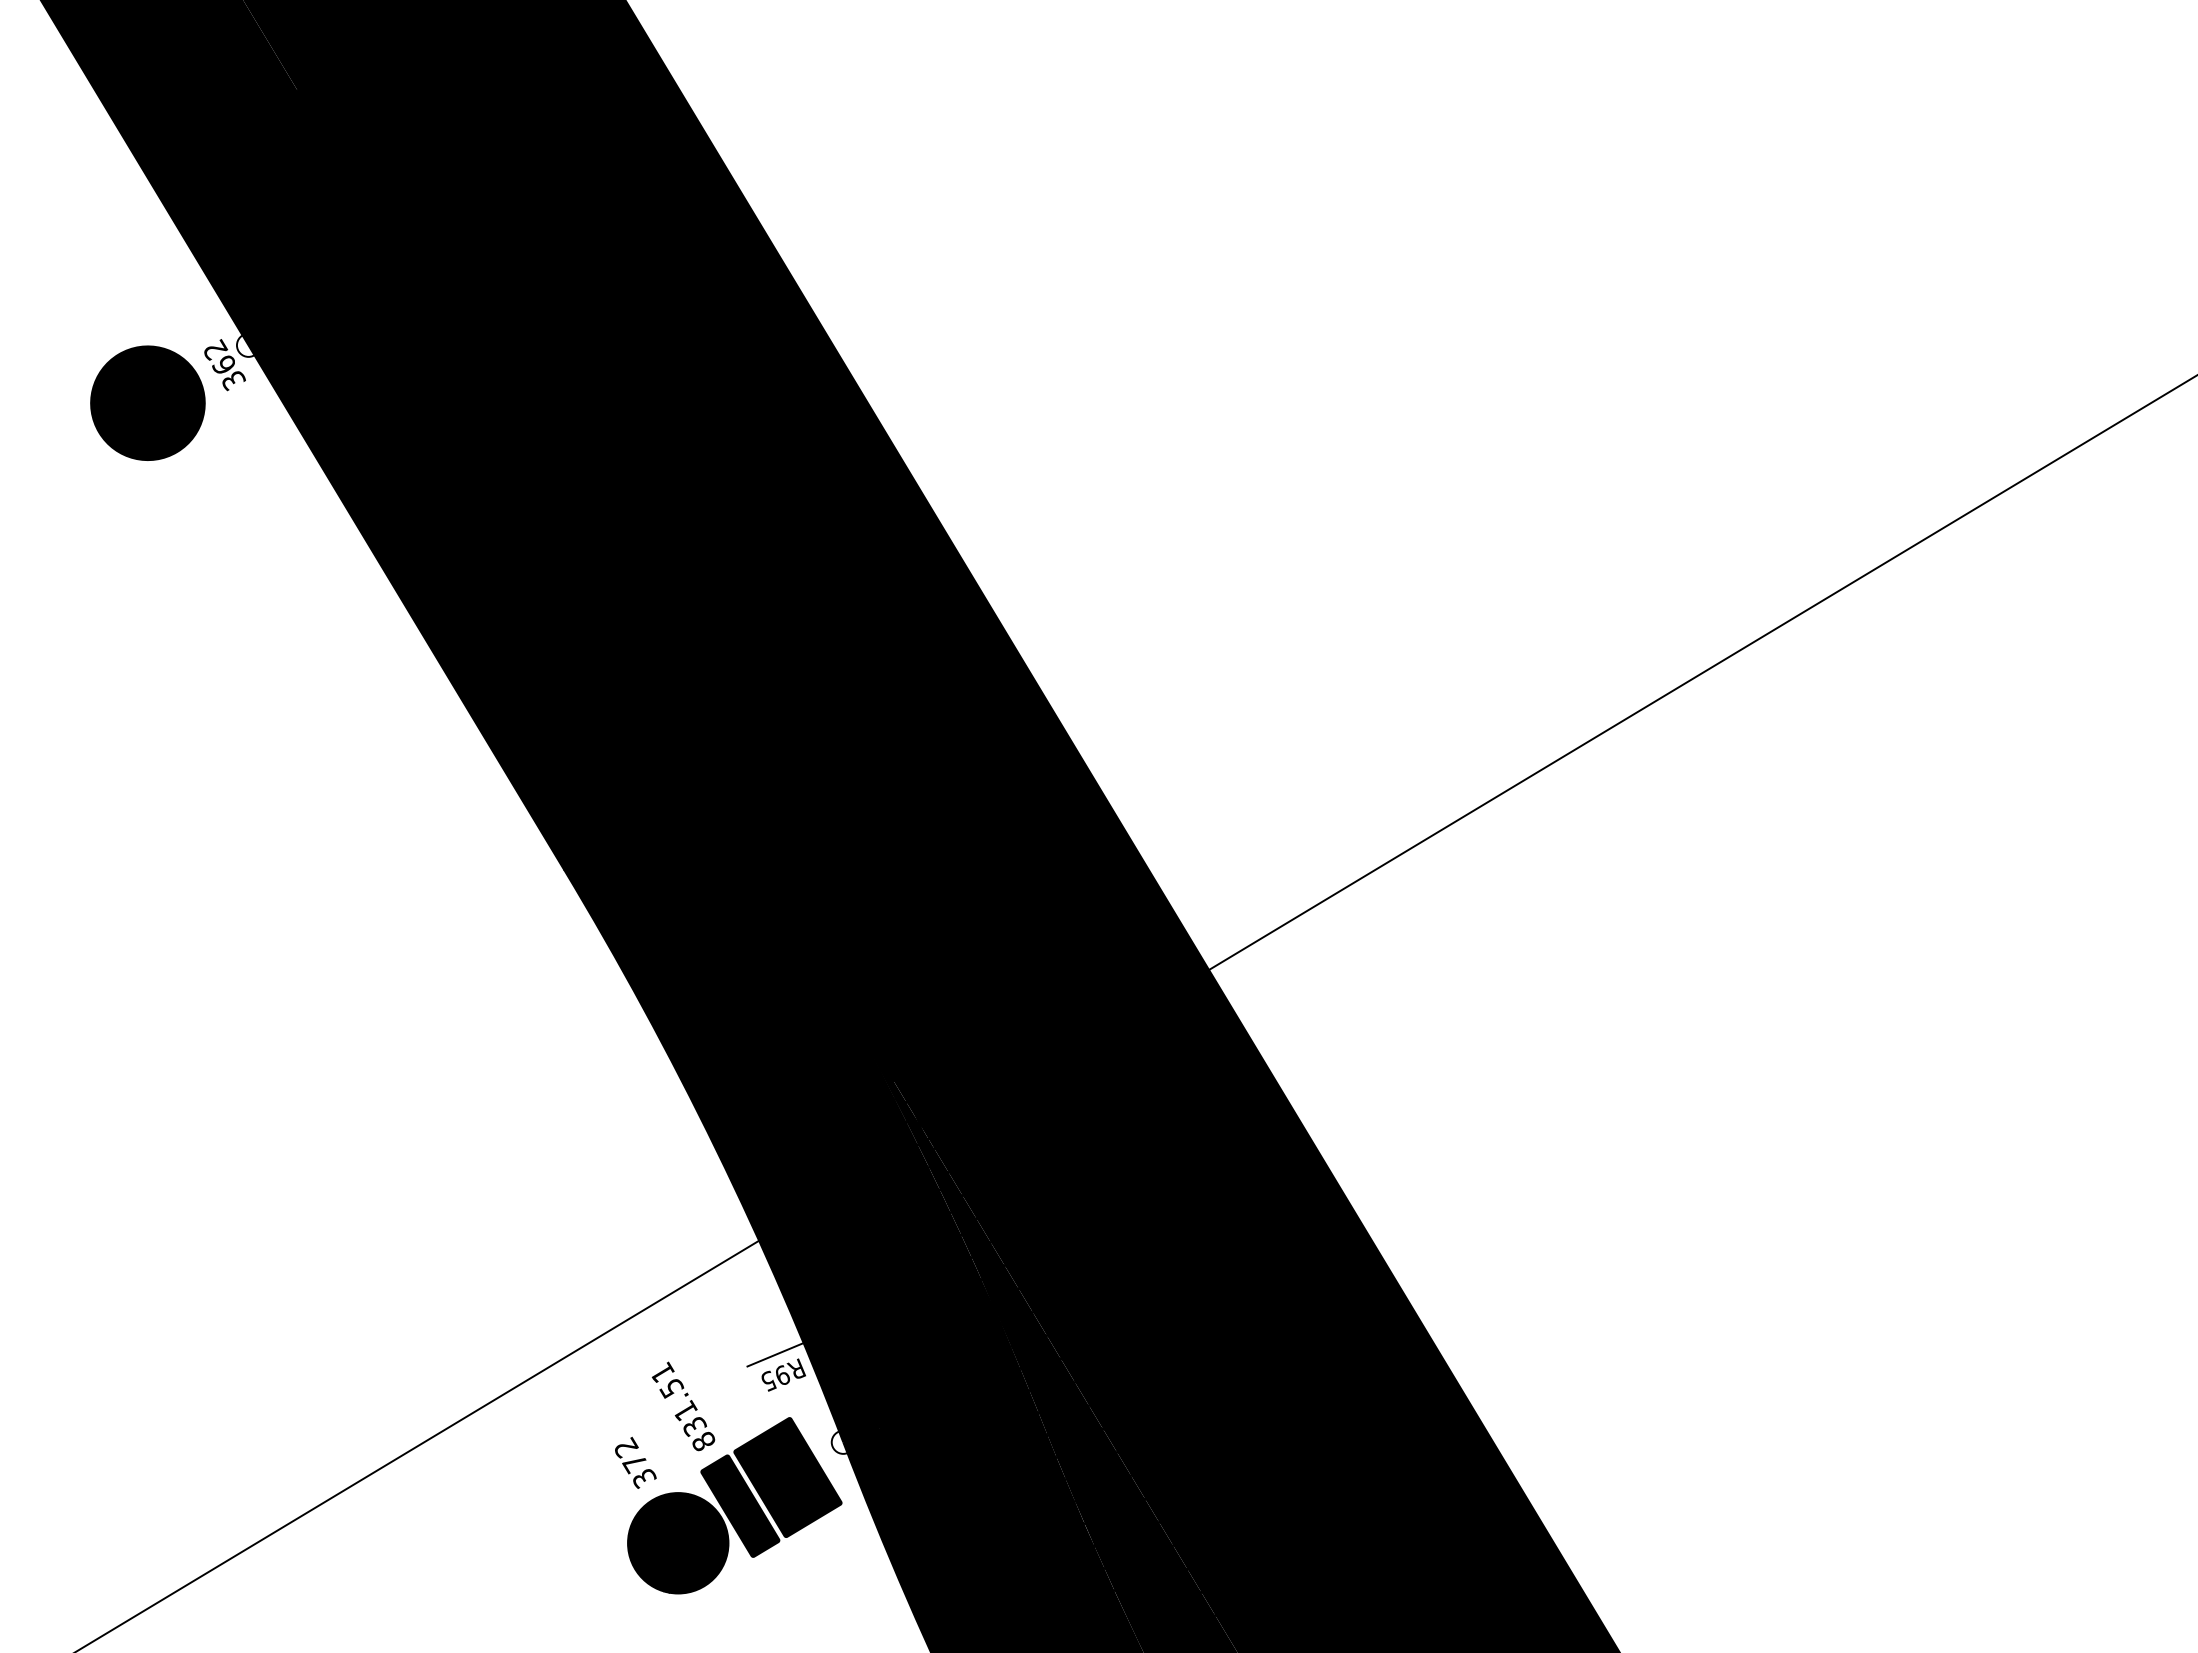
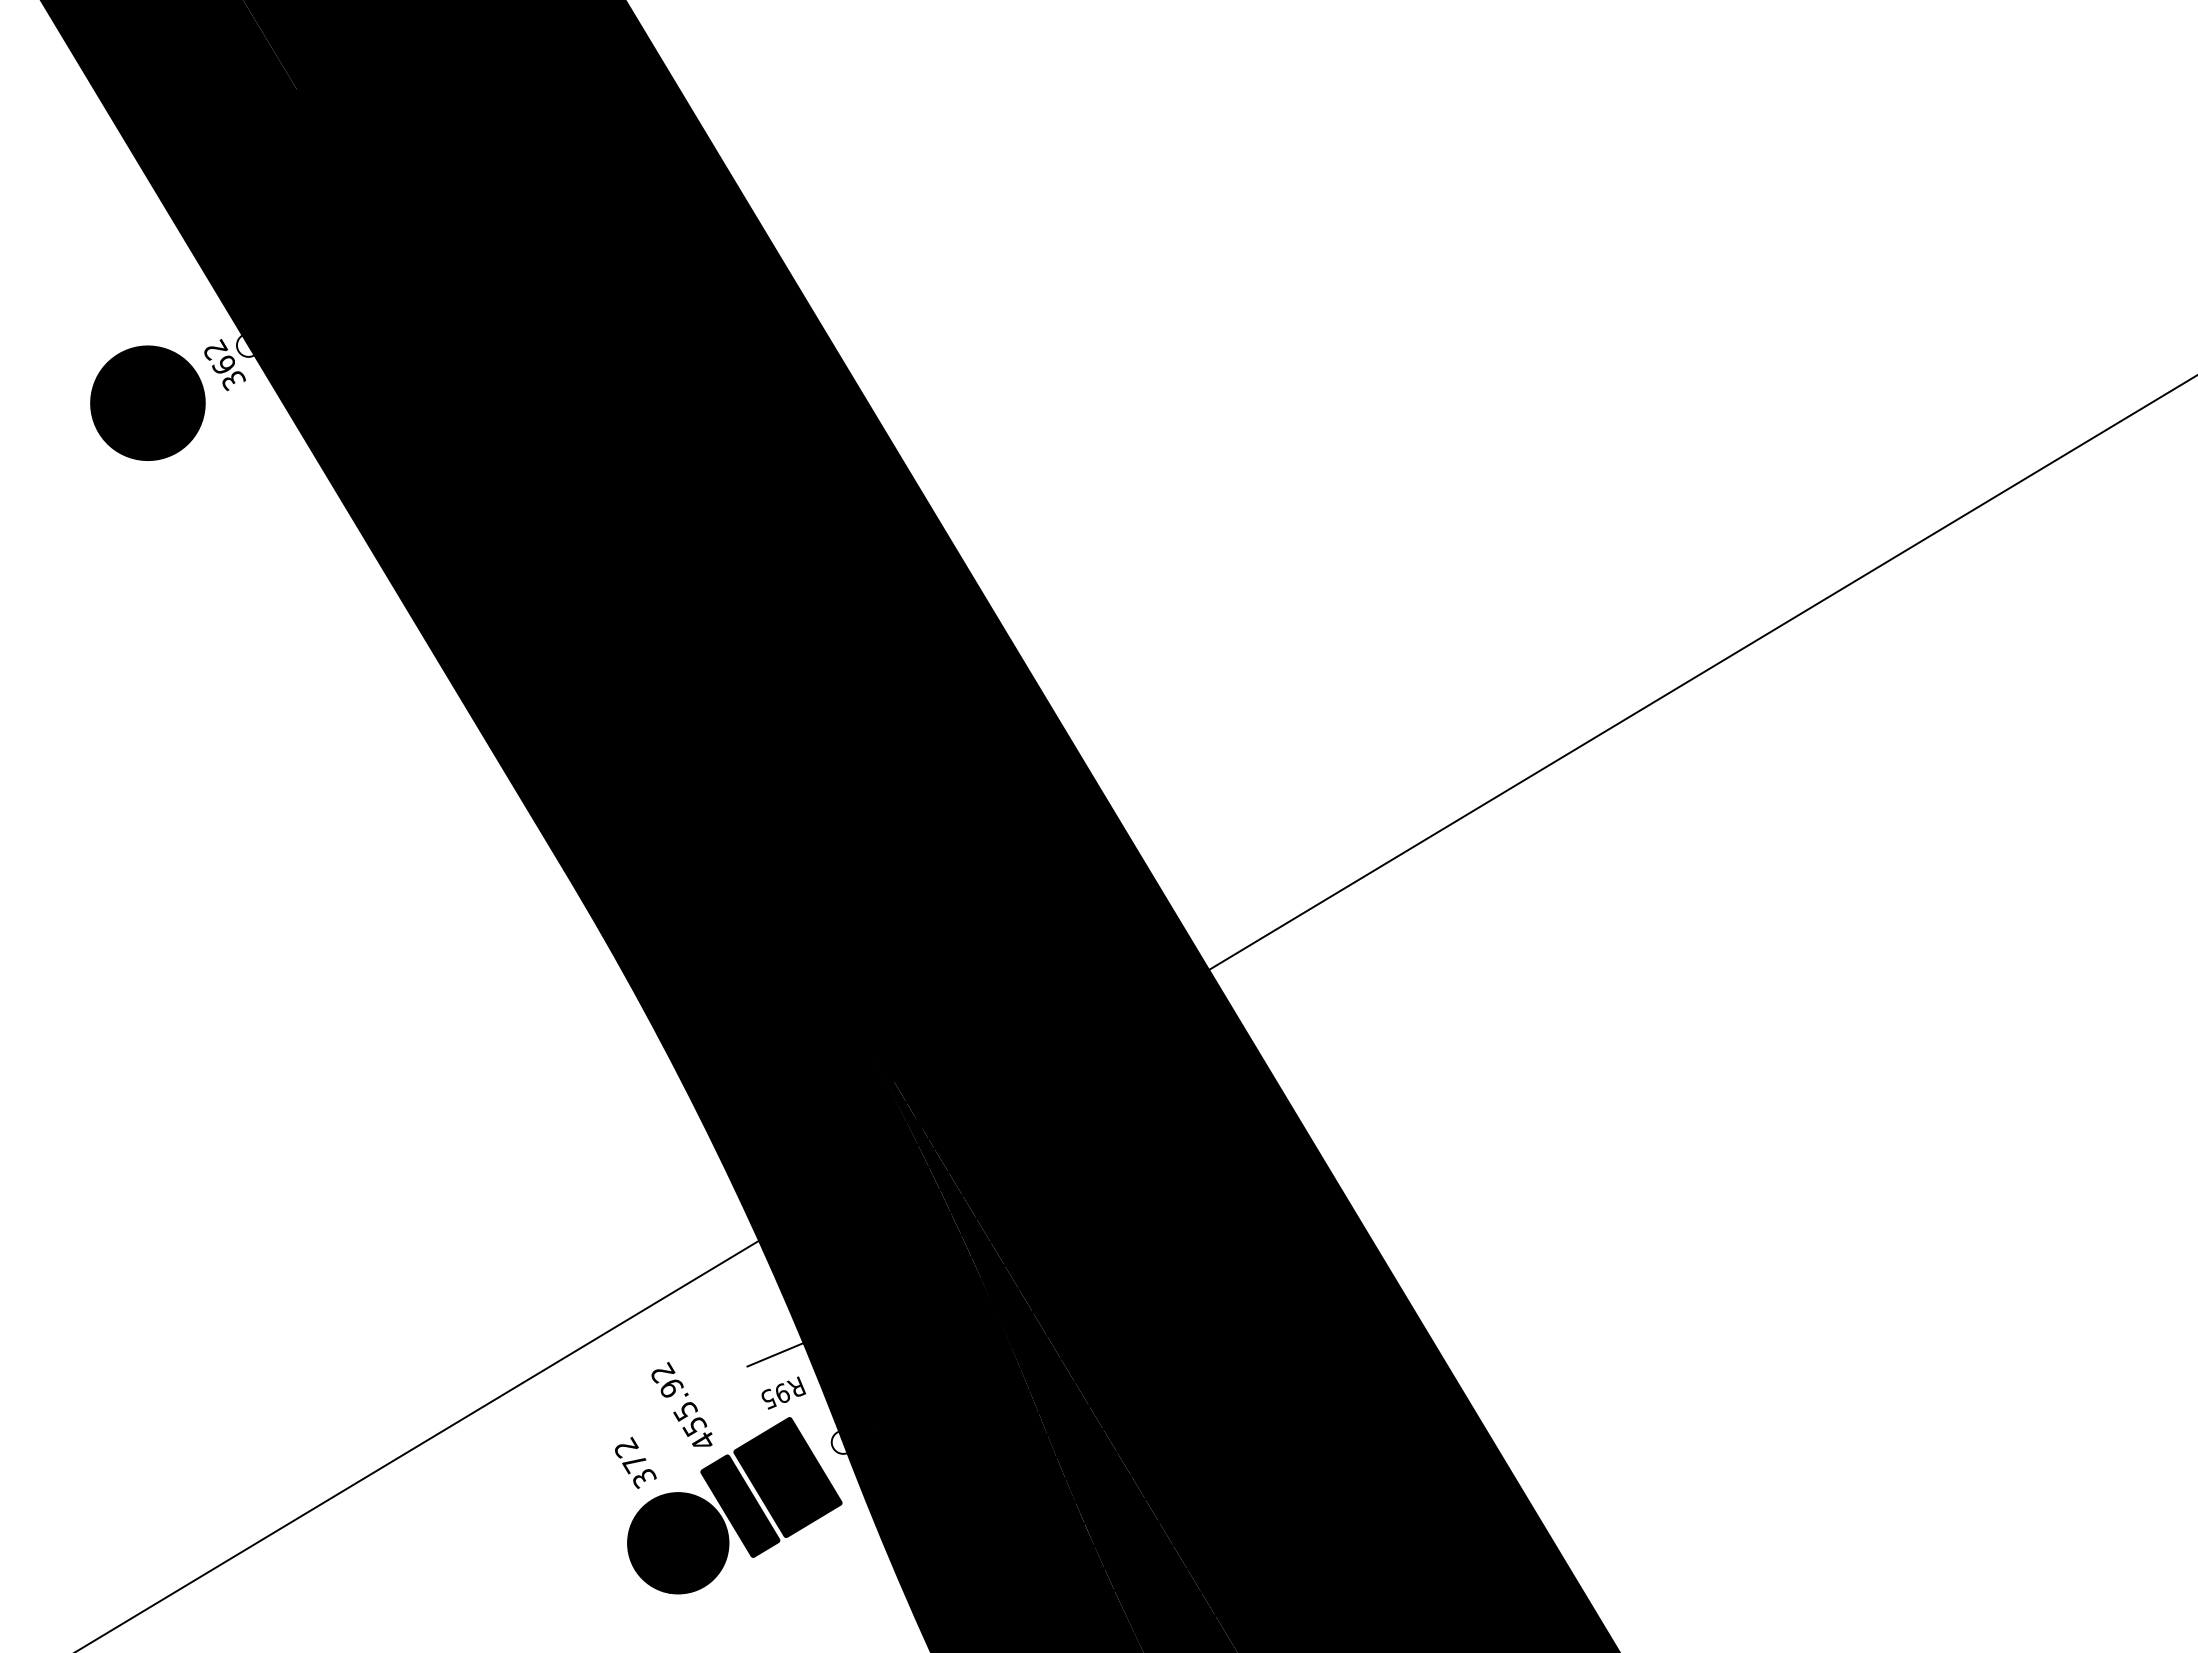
text at (783, 1374) position: (783, 1374) -> (783, 1392)
text at (683, 1406): 831.51 -> 455.92
